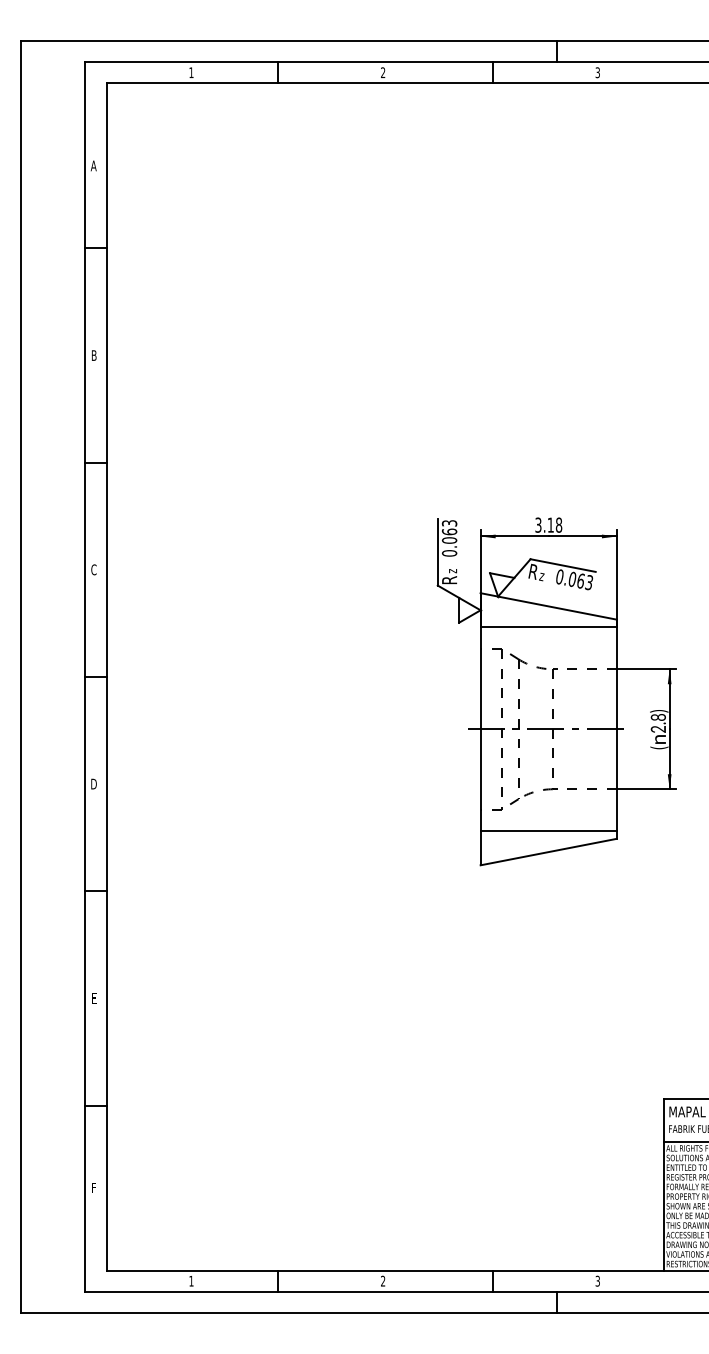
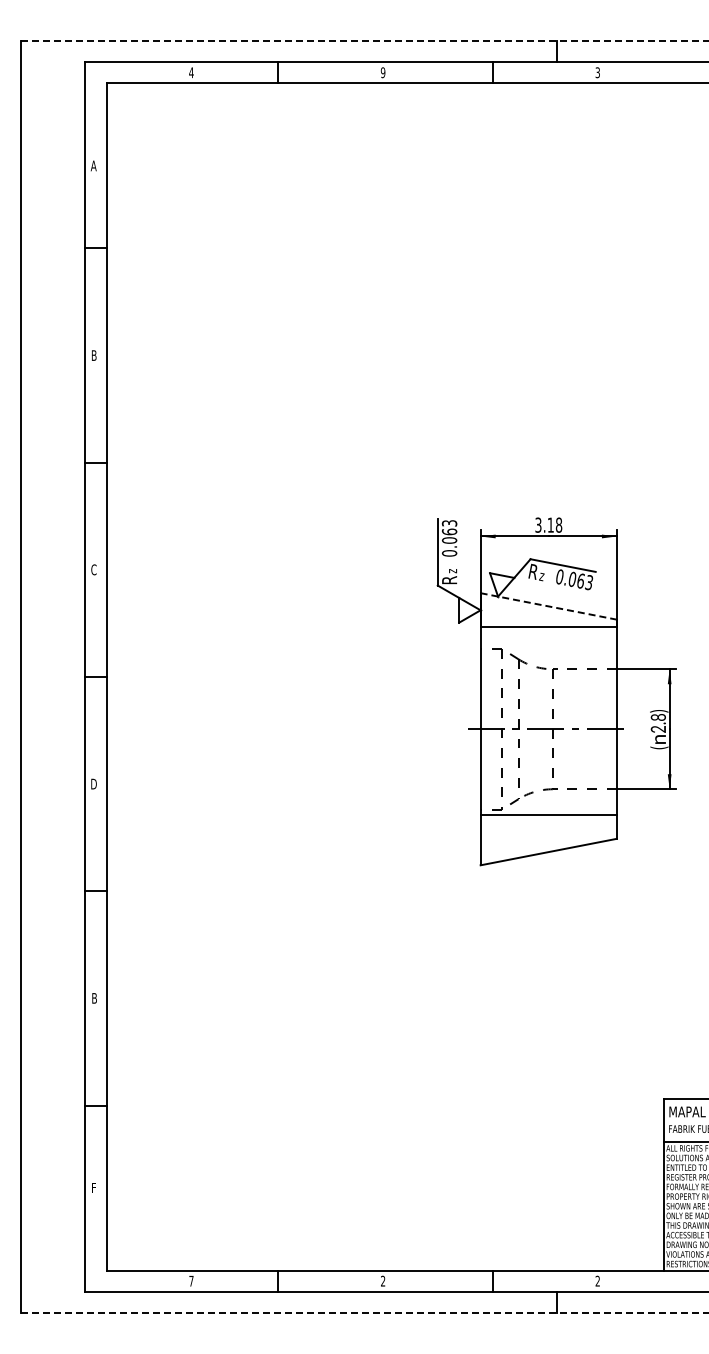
line at (365, 40): solid -> dashed
text at (191, 72): 1 -> 4
text at (382, 72): 2 -> 9
line at (549, 606): solid -> dashed
line at (548, 831) position: (548, 831) -> (548, 815)
text at (94, 998): E -> B
text at (191, 1280): 1 -> 7
text at (597, 1281): 3 -> 2
line at (365, 1313): solid -> dashed
